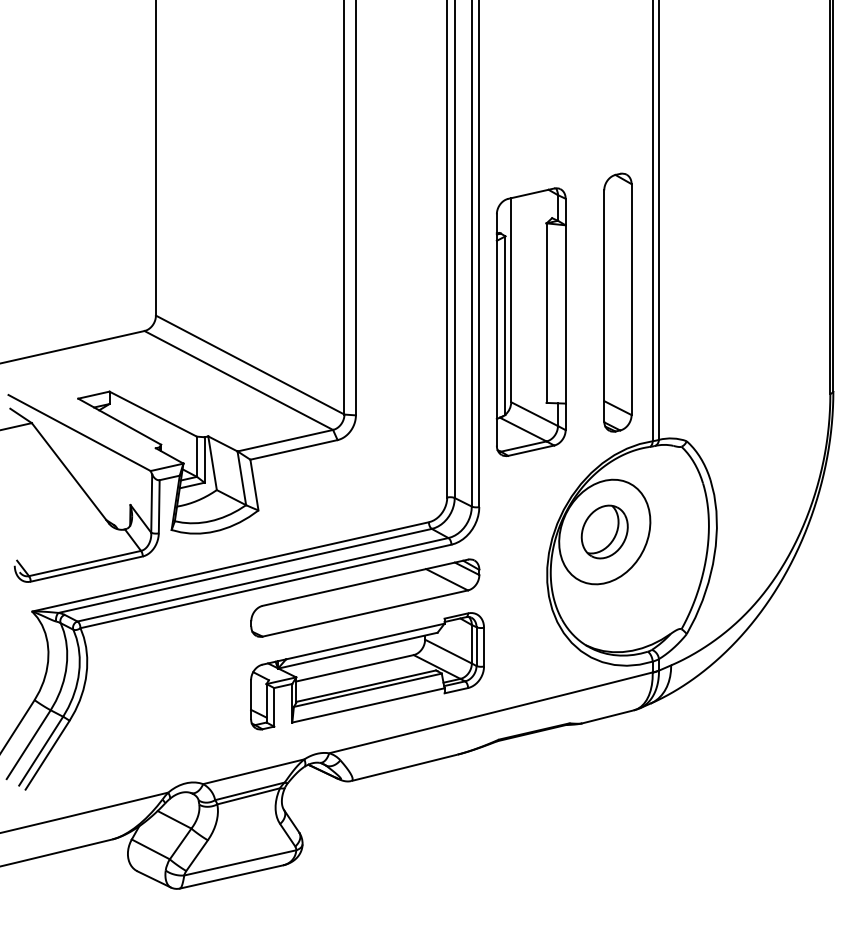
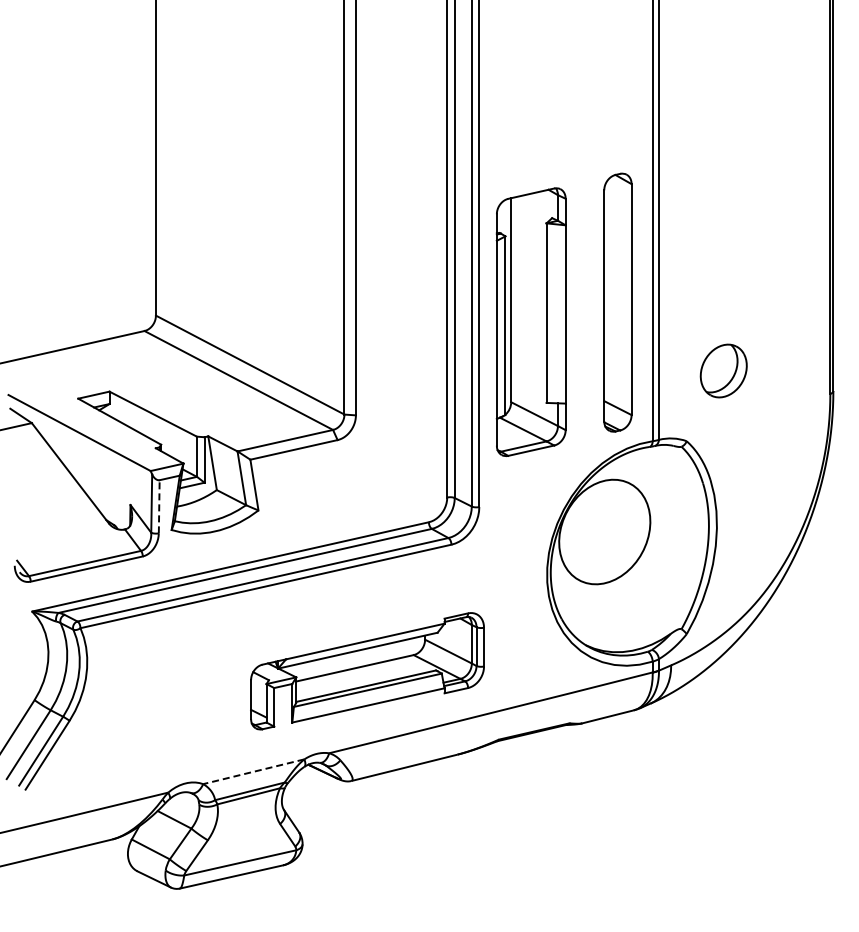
line at (159, 506): solid -> dashed
part at (604, 531) position: (604, 531) -> (723, 370)
part at (365, 597): present -> none
line at (253, 771): solid -> dashed
